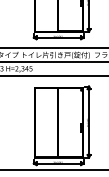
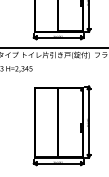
line at (53, 61): present -> none
line at (53, 75): present -> none
line at (53, 169): present -> none
